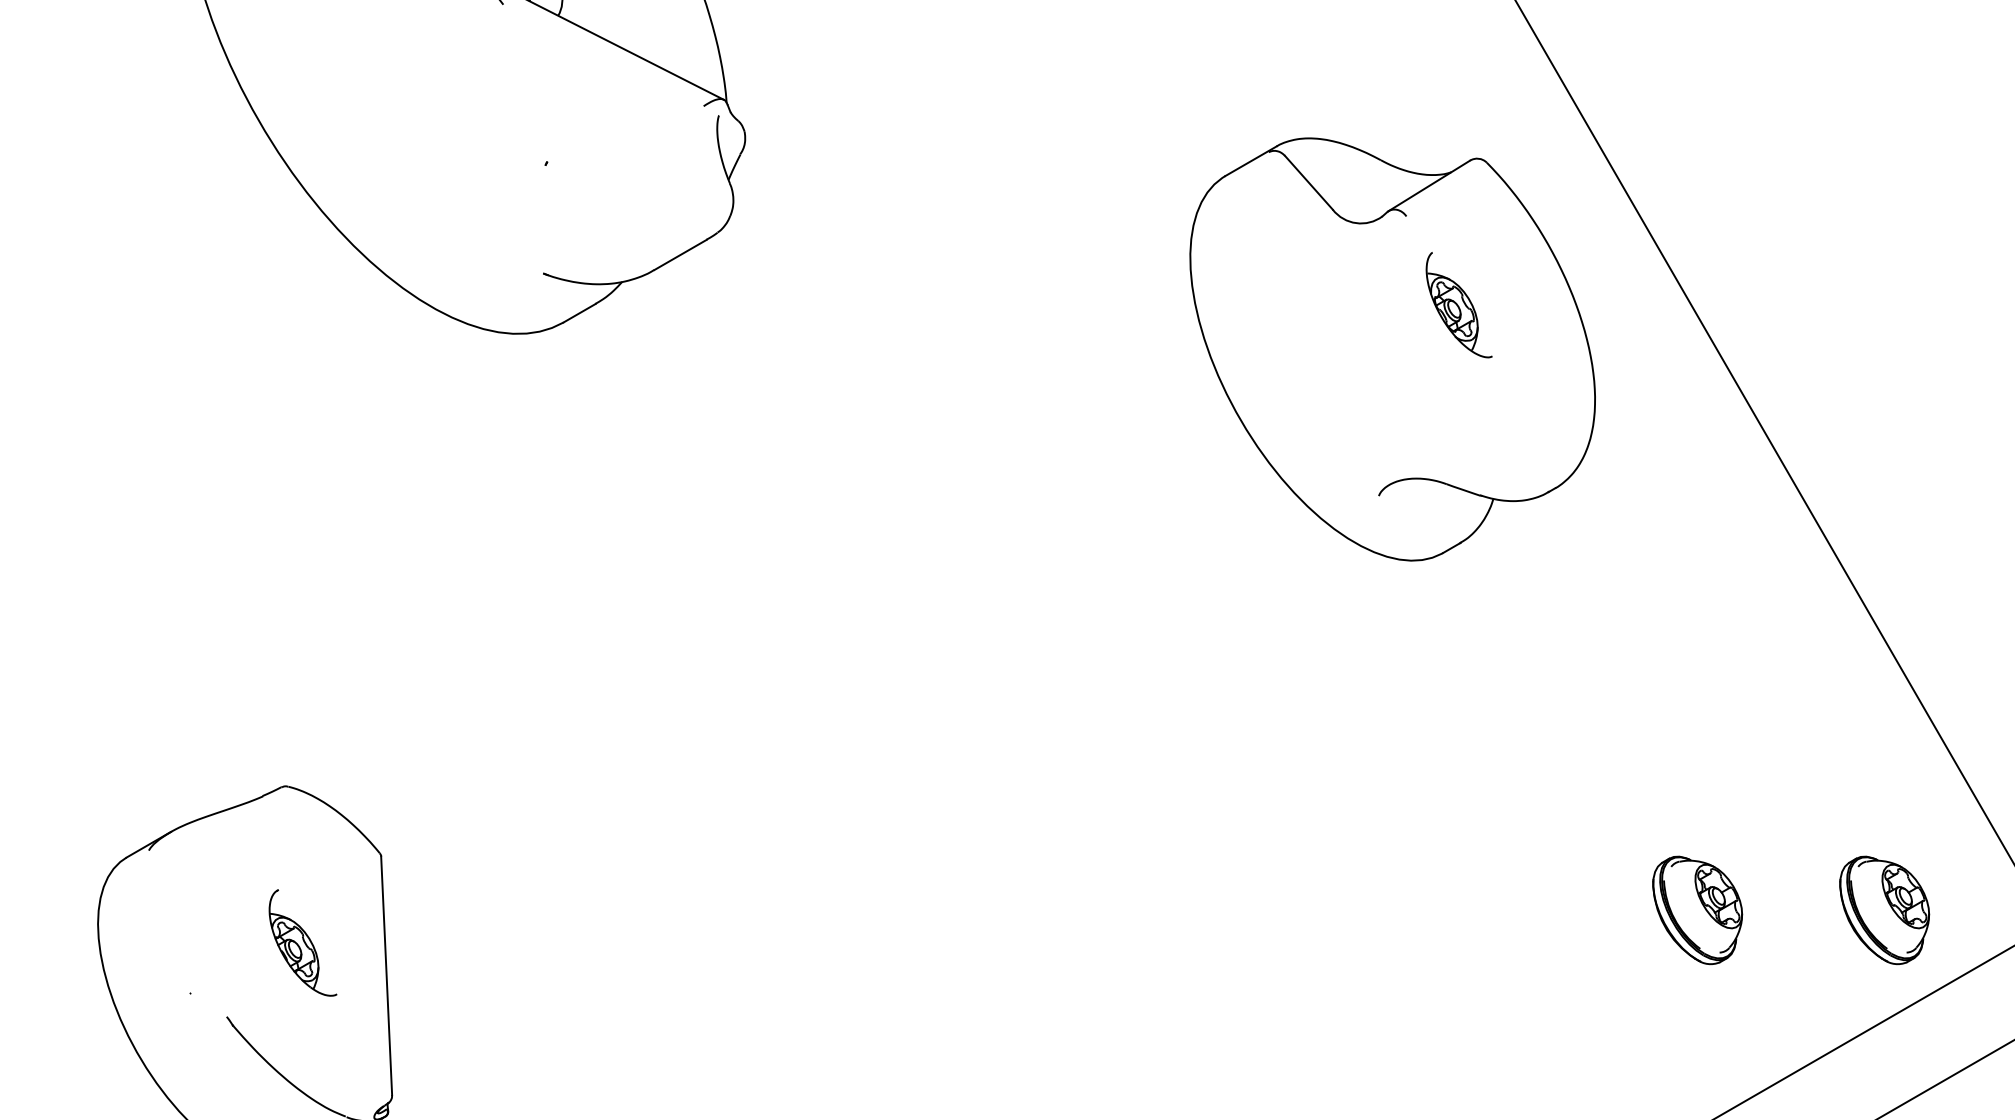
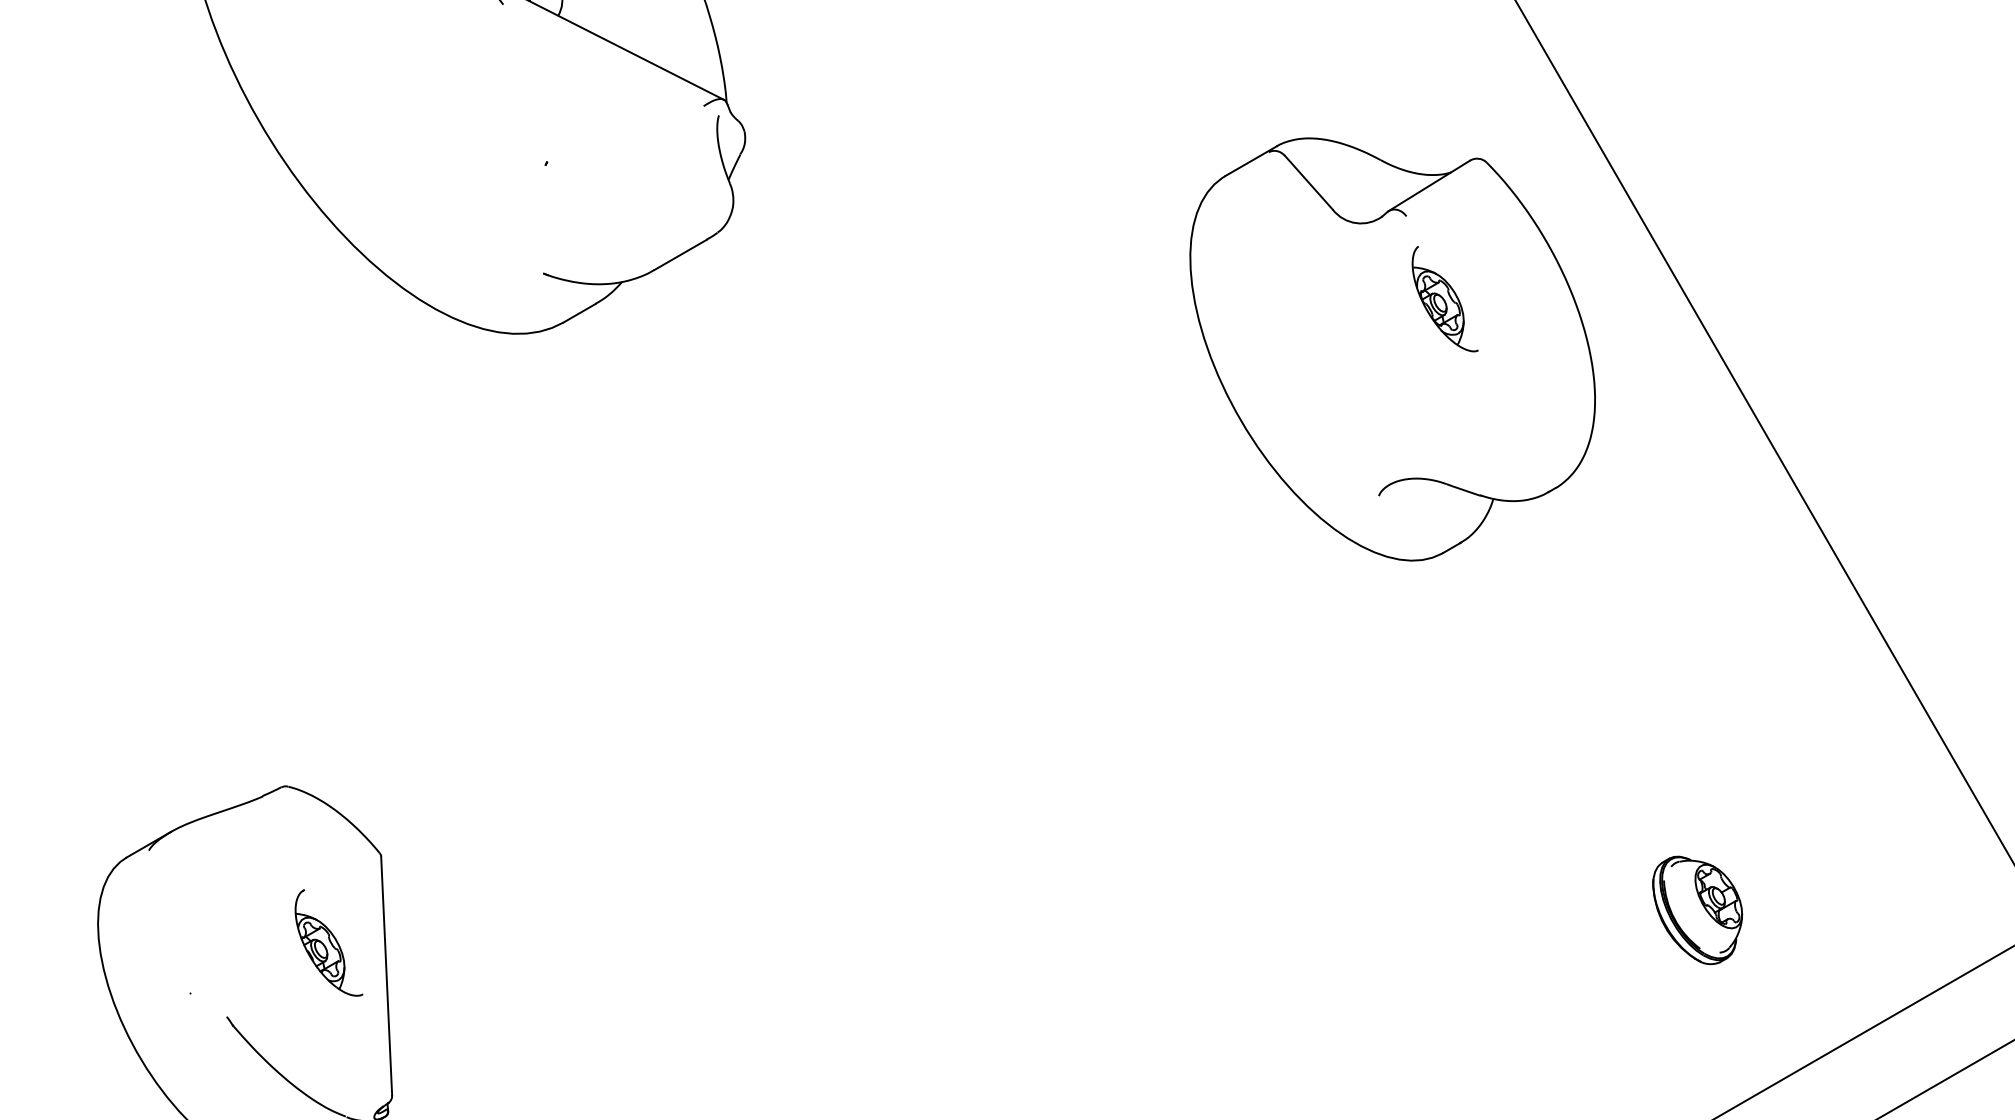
part at (1458, 305) position: (1458, 305) -> (1444, 299)
part at (1884, 910): present -> none
part at (302, 942) position: (302, 942) -> (328, 942)
